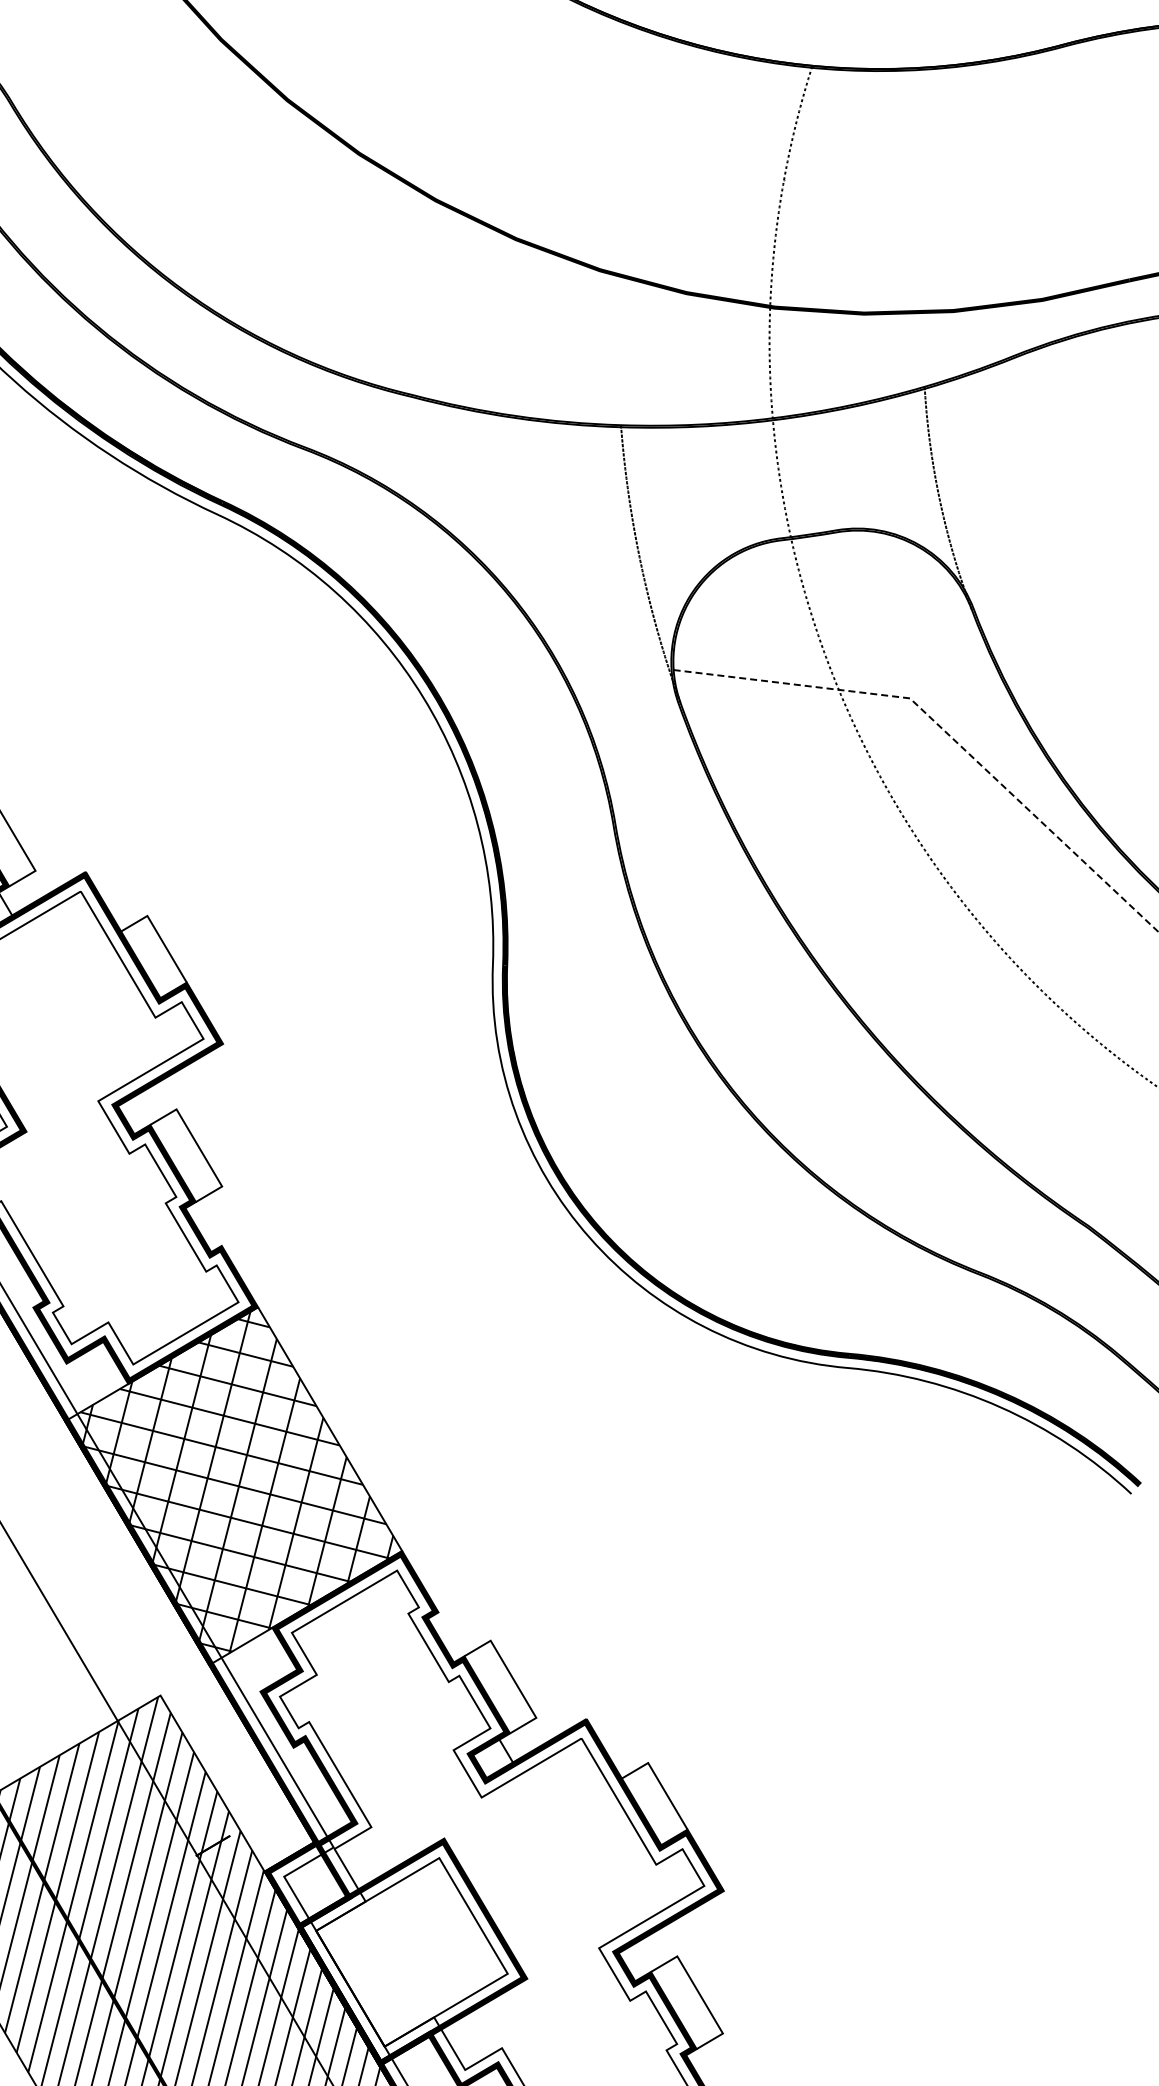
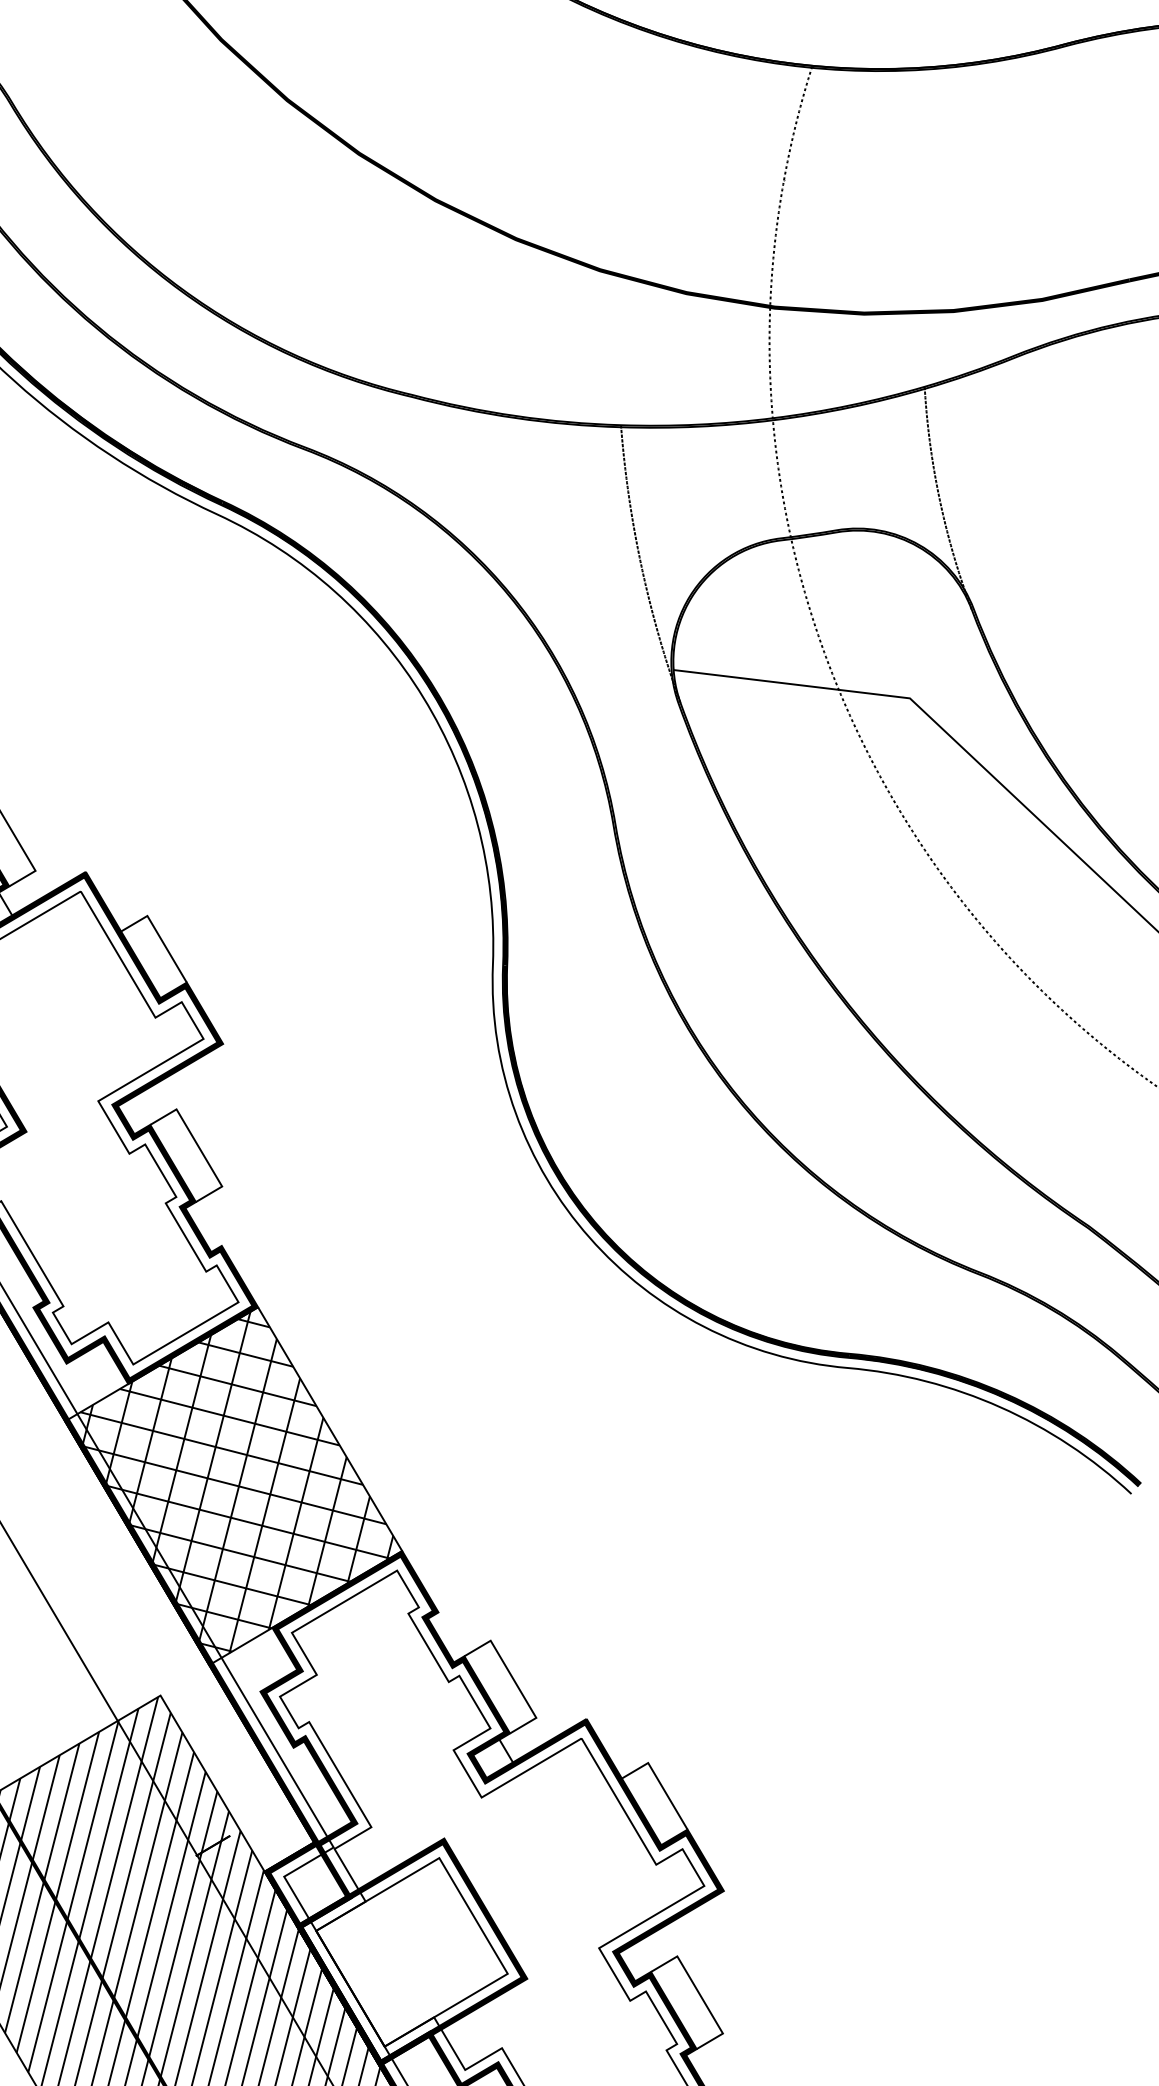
line at (947, 733): dashed -> solid
